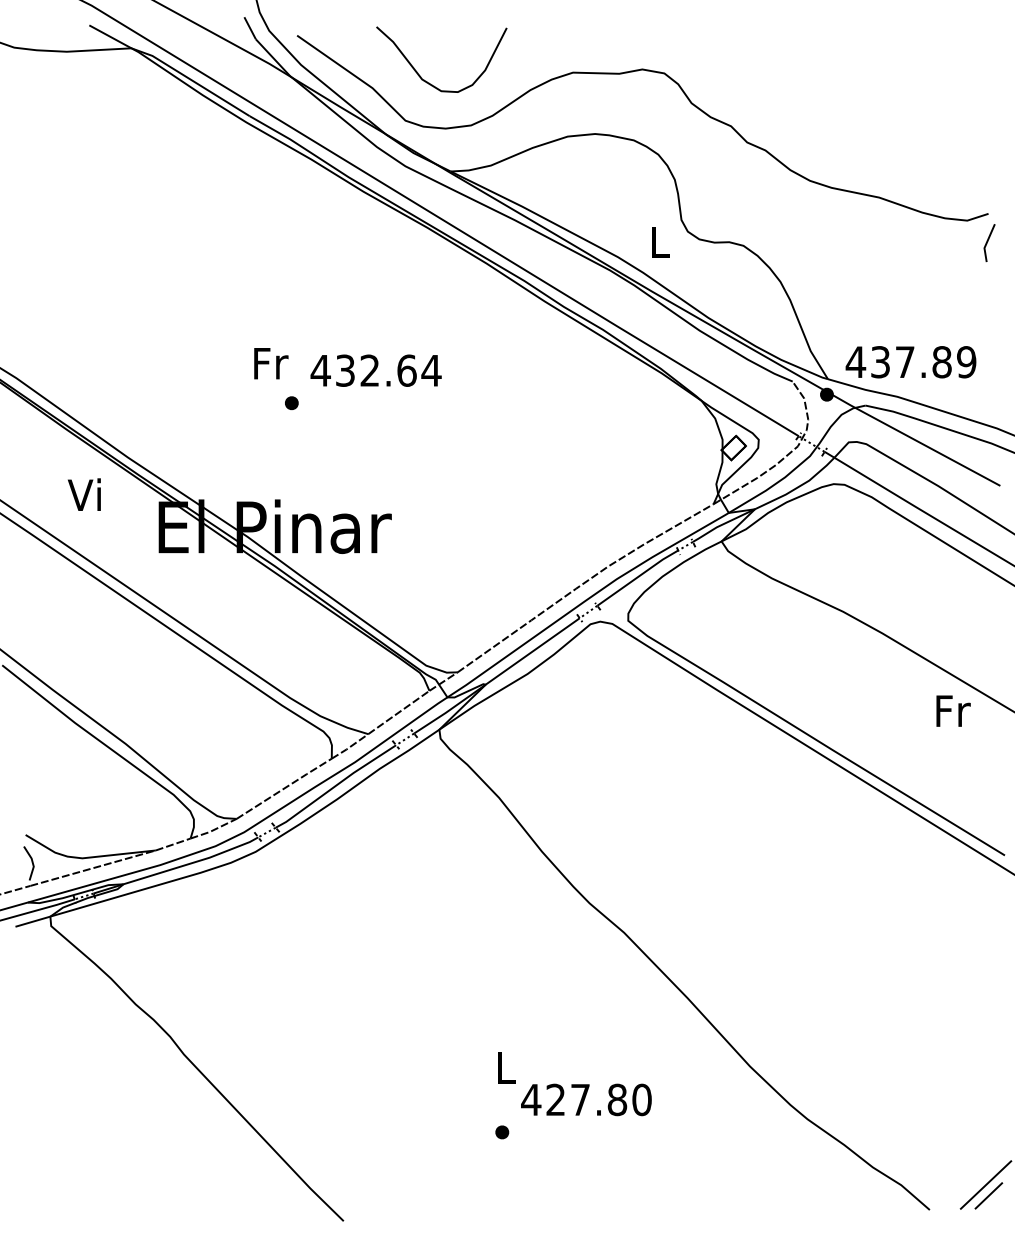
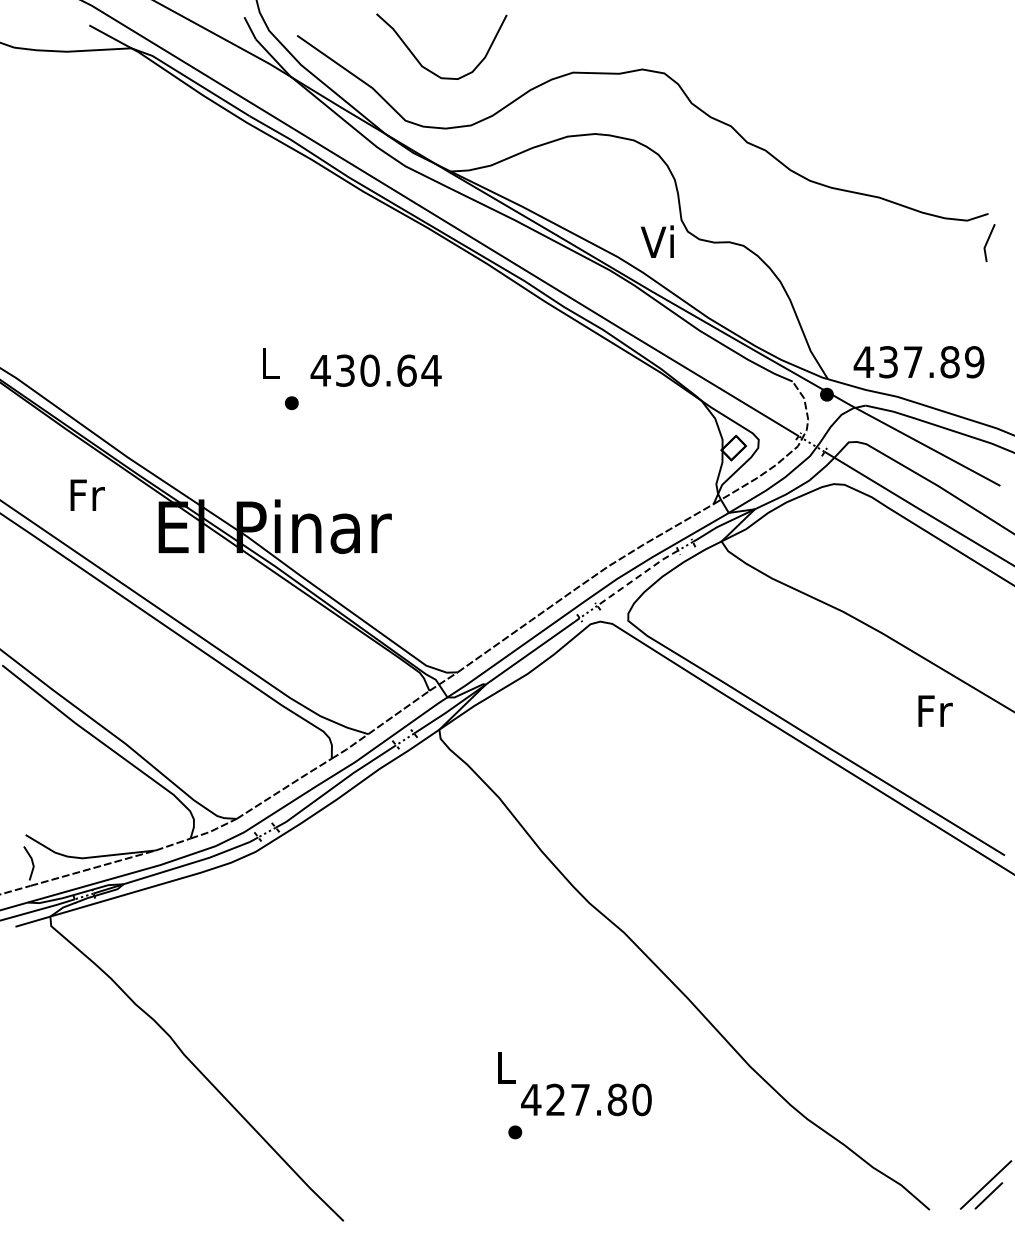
curve at (429, 82) position: (429, 82) -> (429, 69)
text at (656, 241): L -> Vi
text at (910, 362) position: (910, 362) -> (918, 362)
text at (271, 363): Fr -> L
text at (369, 370): 432.64 -> 430.64
text at (85, 494): Vi -> Fr
line at (637, 577): solid -> dashed
text at (953, 710) position: (953, 710) -> (935, 710)
part at (502, 1132) position: (502, 1132) -> (515, 1132)
